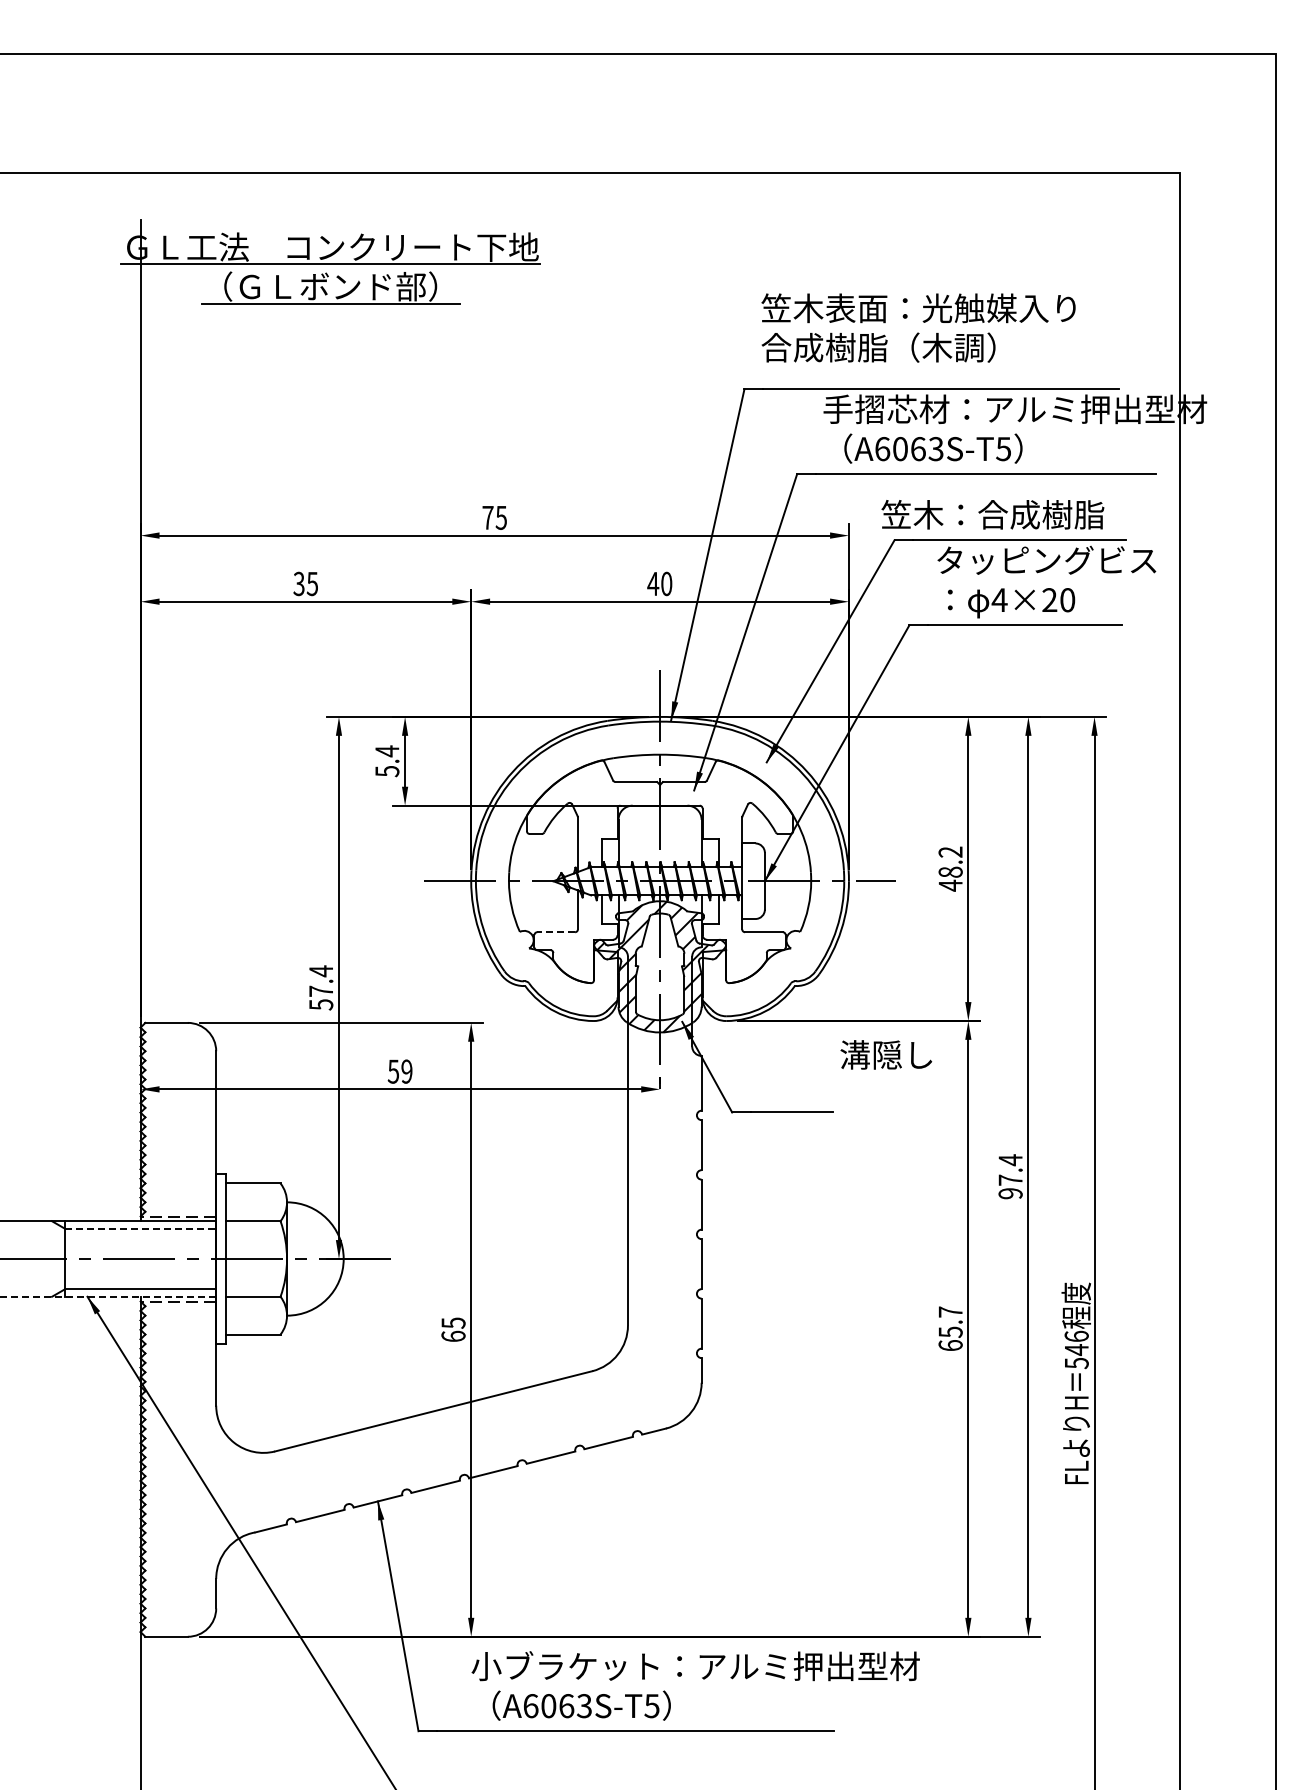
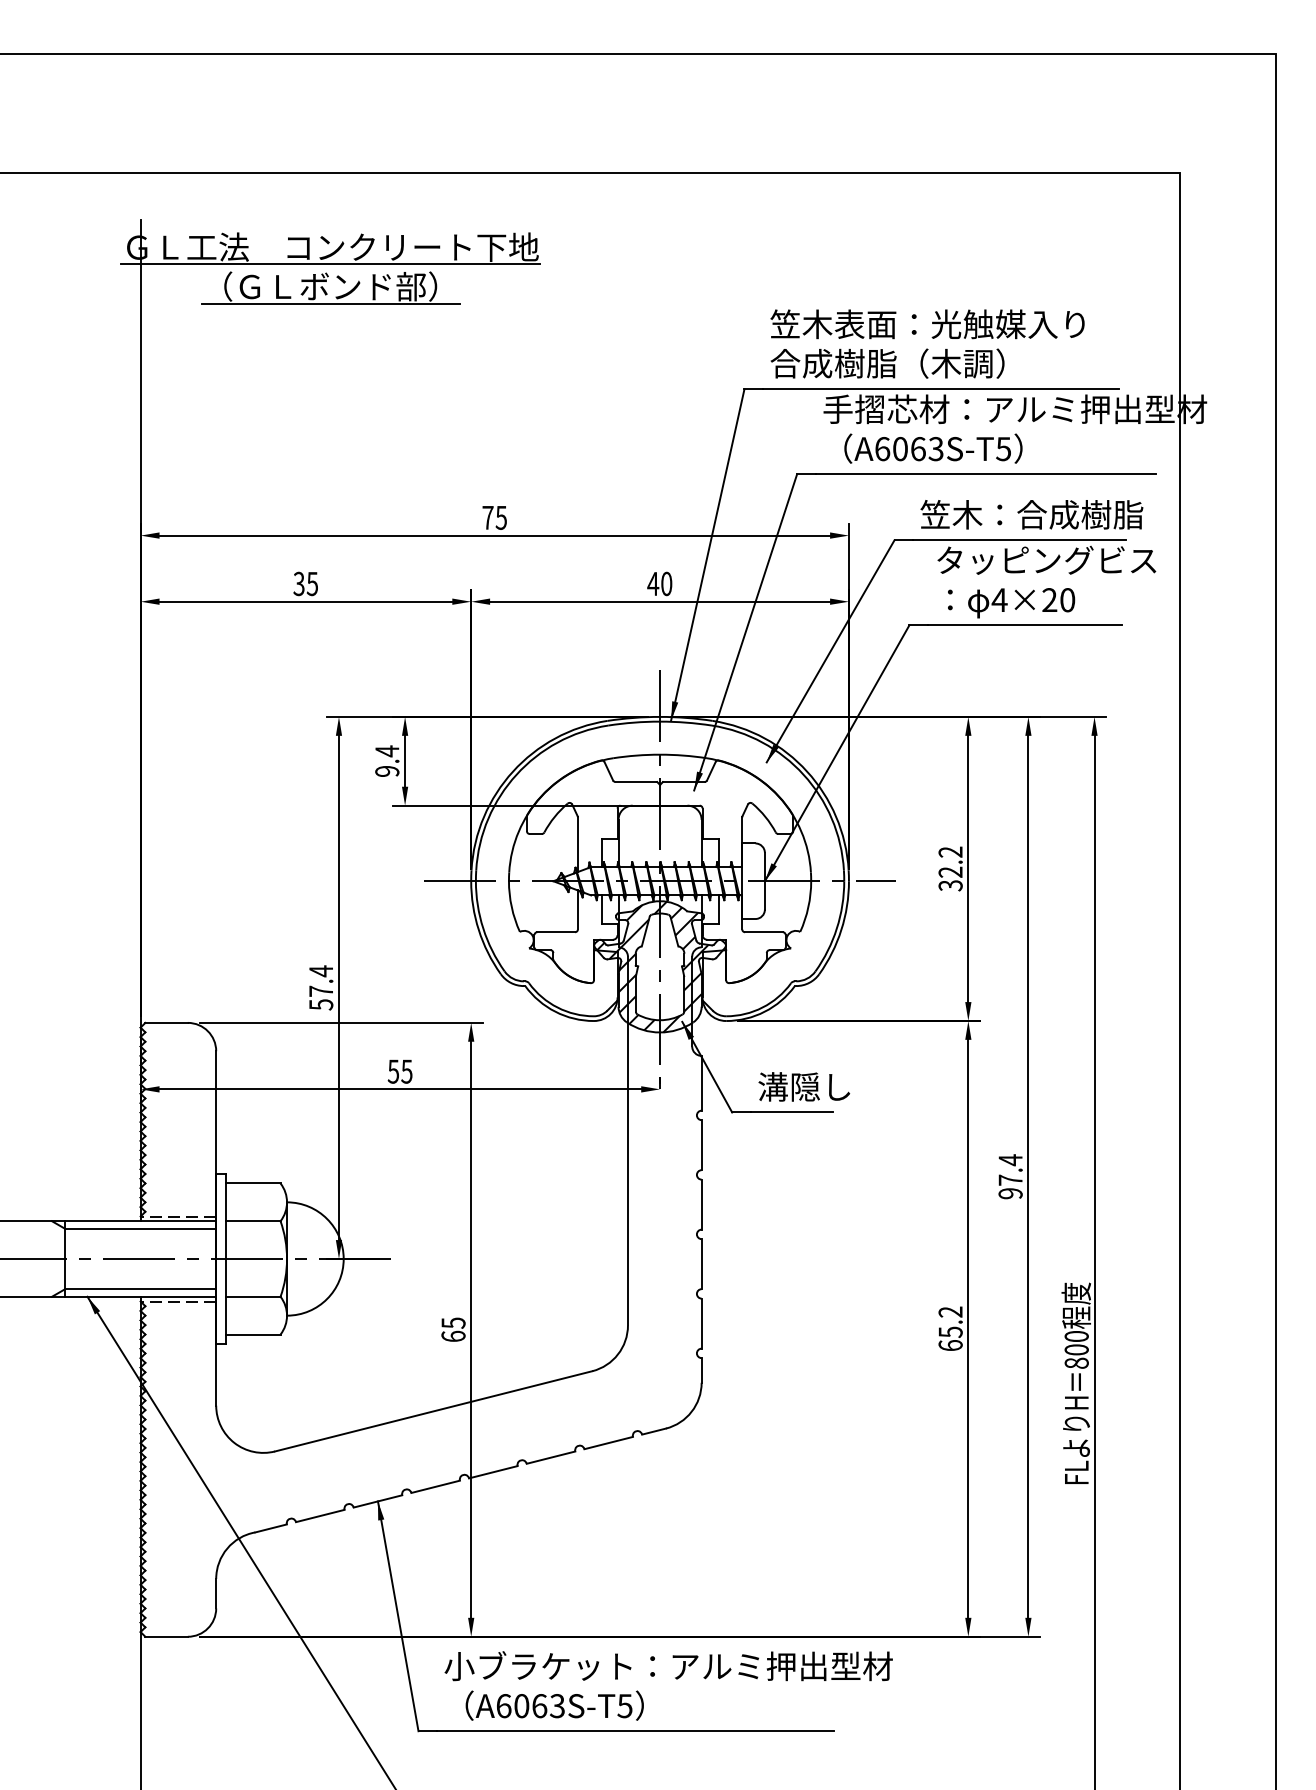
text at (918, 327) position: (918, 327) -> (927, 343)
text at (992, 514) position: (992, 514) -> (1031, 514)
text at (387, 771): 5.4 -> 9.4
text at (950, 878): 48.2 -> 32.2
line at (556, 932): dashed -> solid
text at (886, 1054) position: (886, 1054) -> (804, 1086)
text at (406, 1071): 59 -> 55
line at (140, 1228): dashed -> solid
line at (108, 1296): dashed -> solid
text at (950, 1311): 65.7 -> 65.2
text at (1076, 1349): 546 -> 800
text at (695, 1685) position: (695, 1685) -> (668, 1685)
